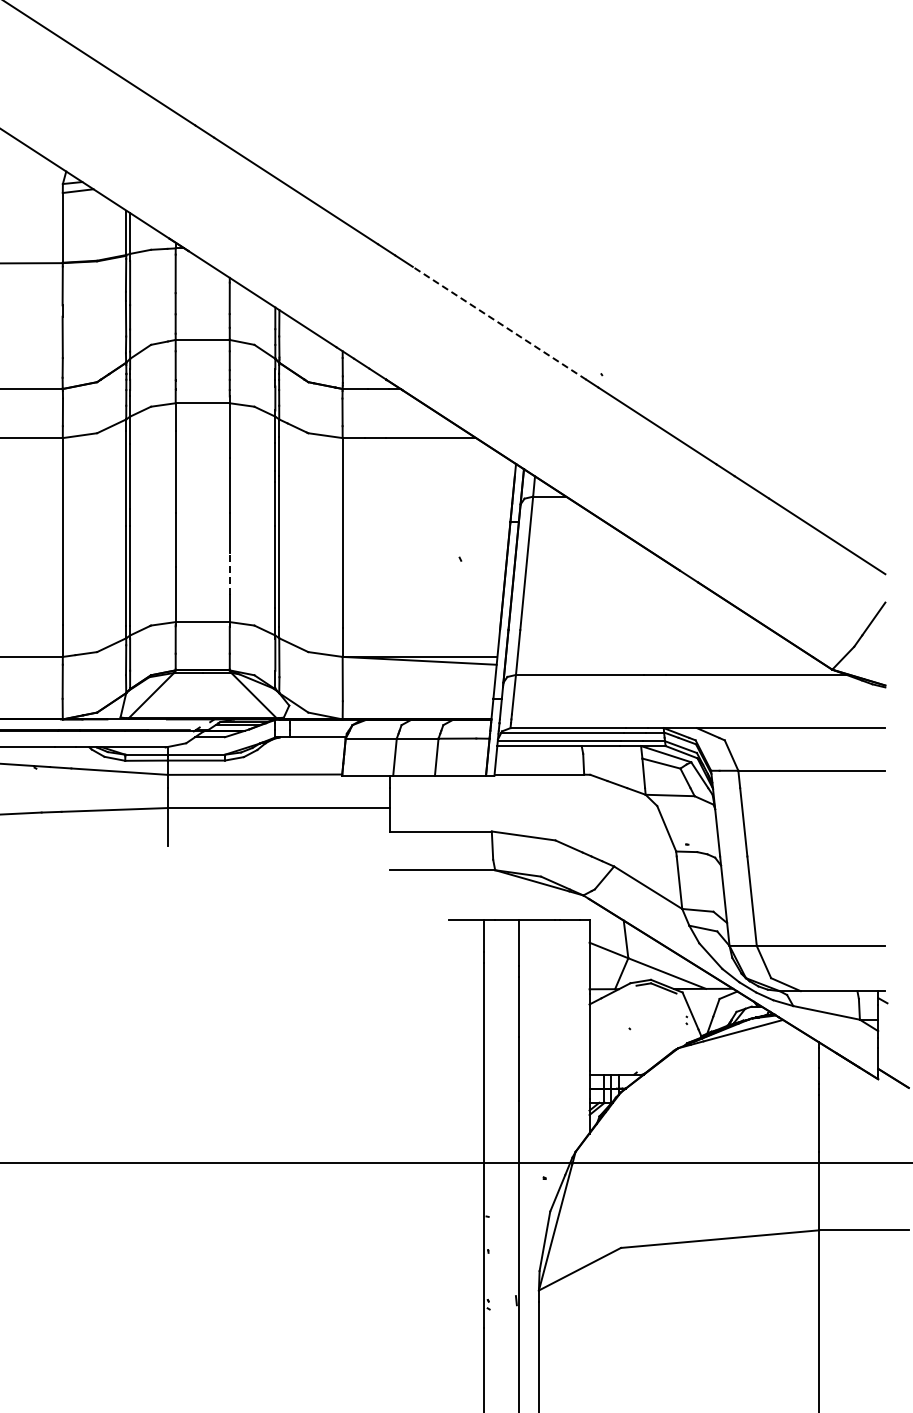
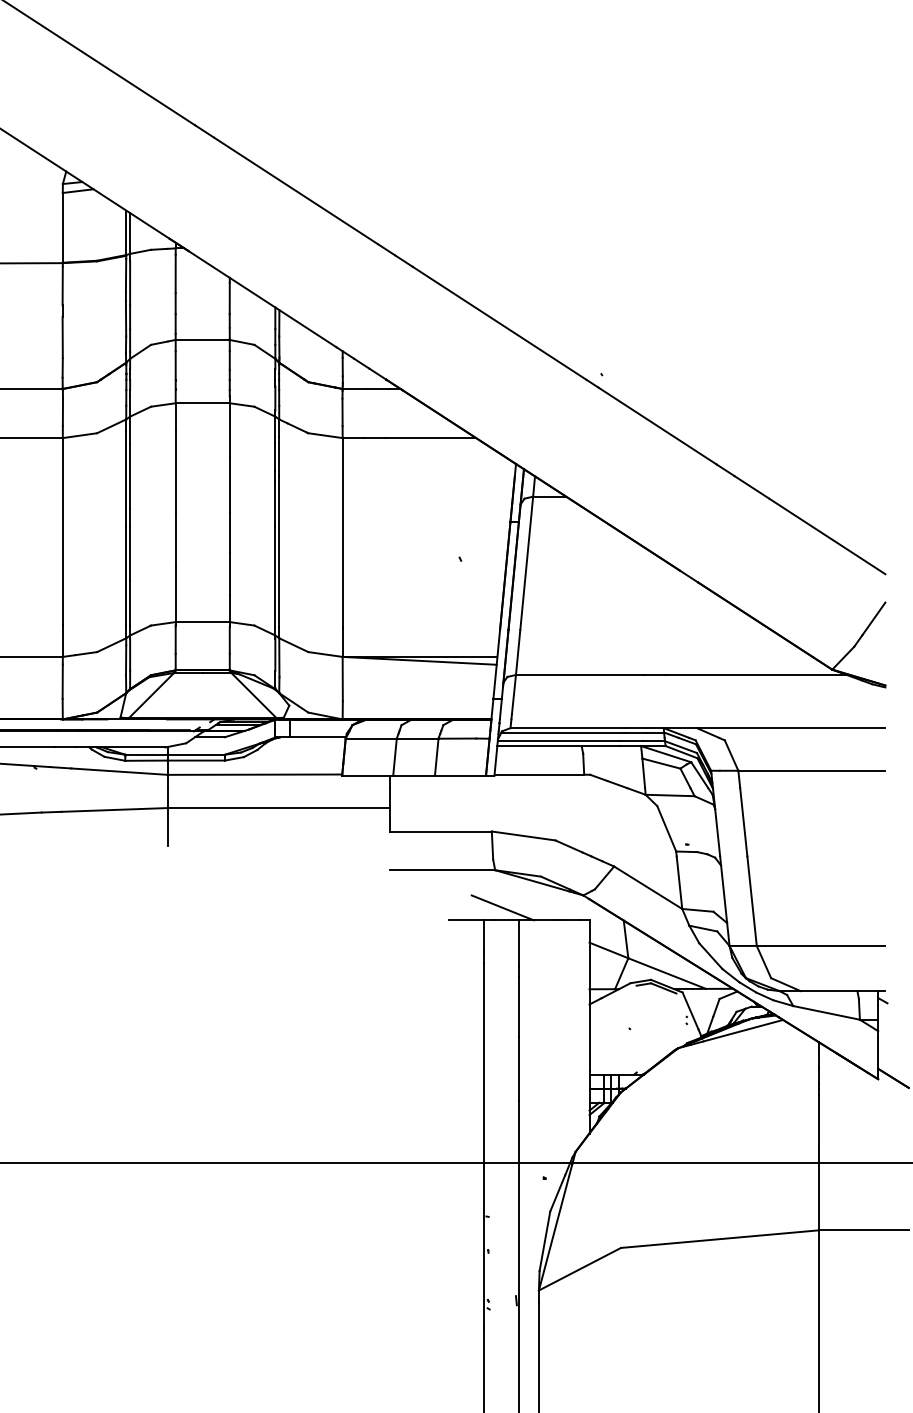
line at (499, 323): dashed -> solid
line at (229, 573): dashed -> solid
line at (502, 907): none -> present
